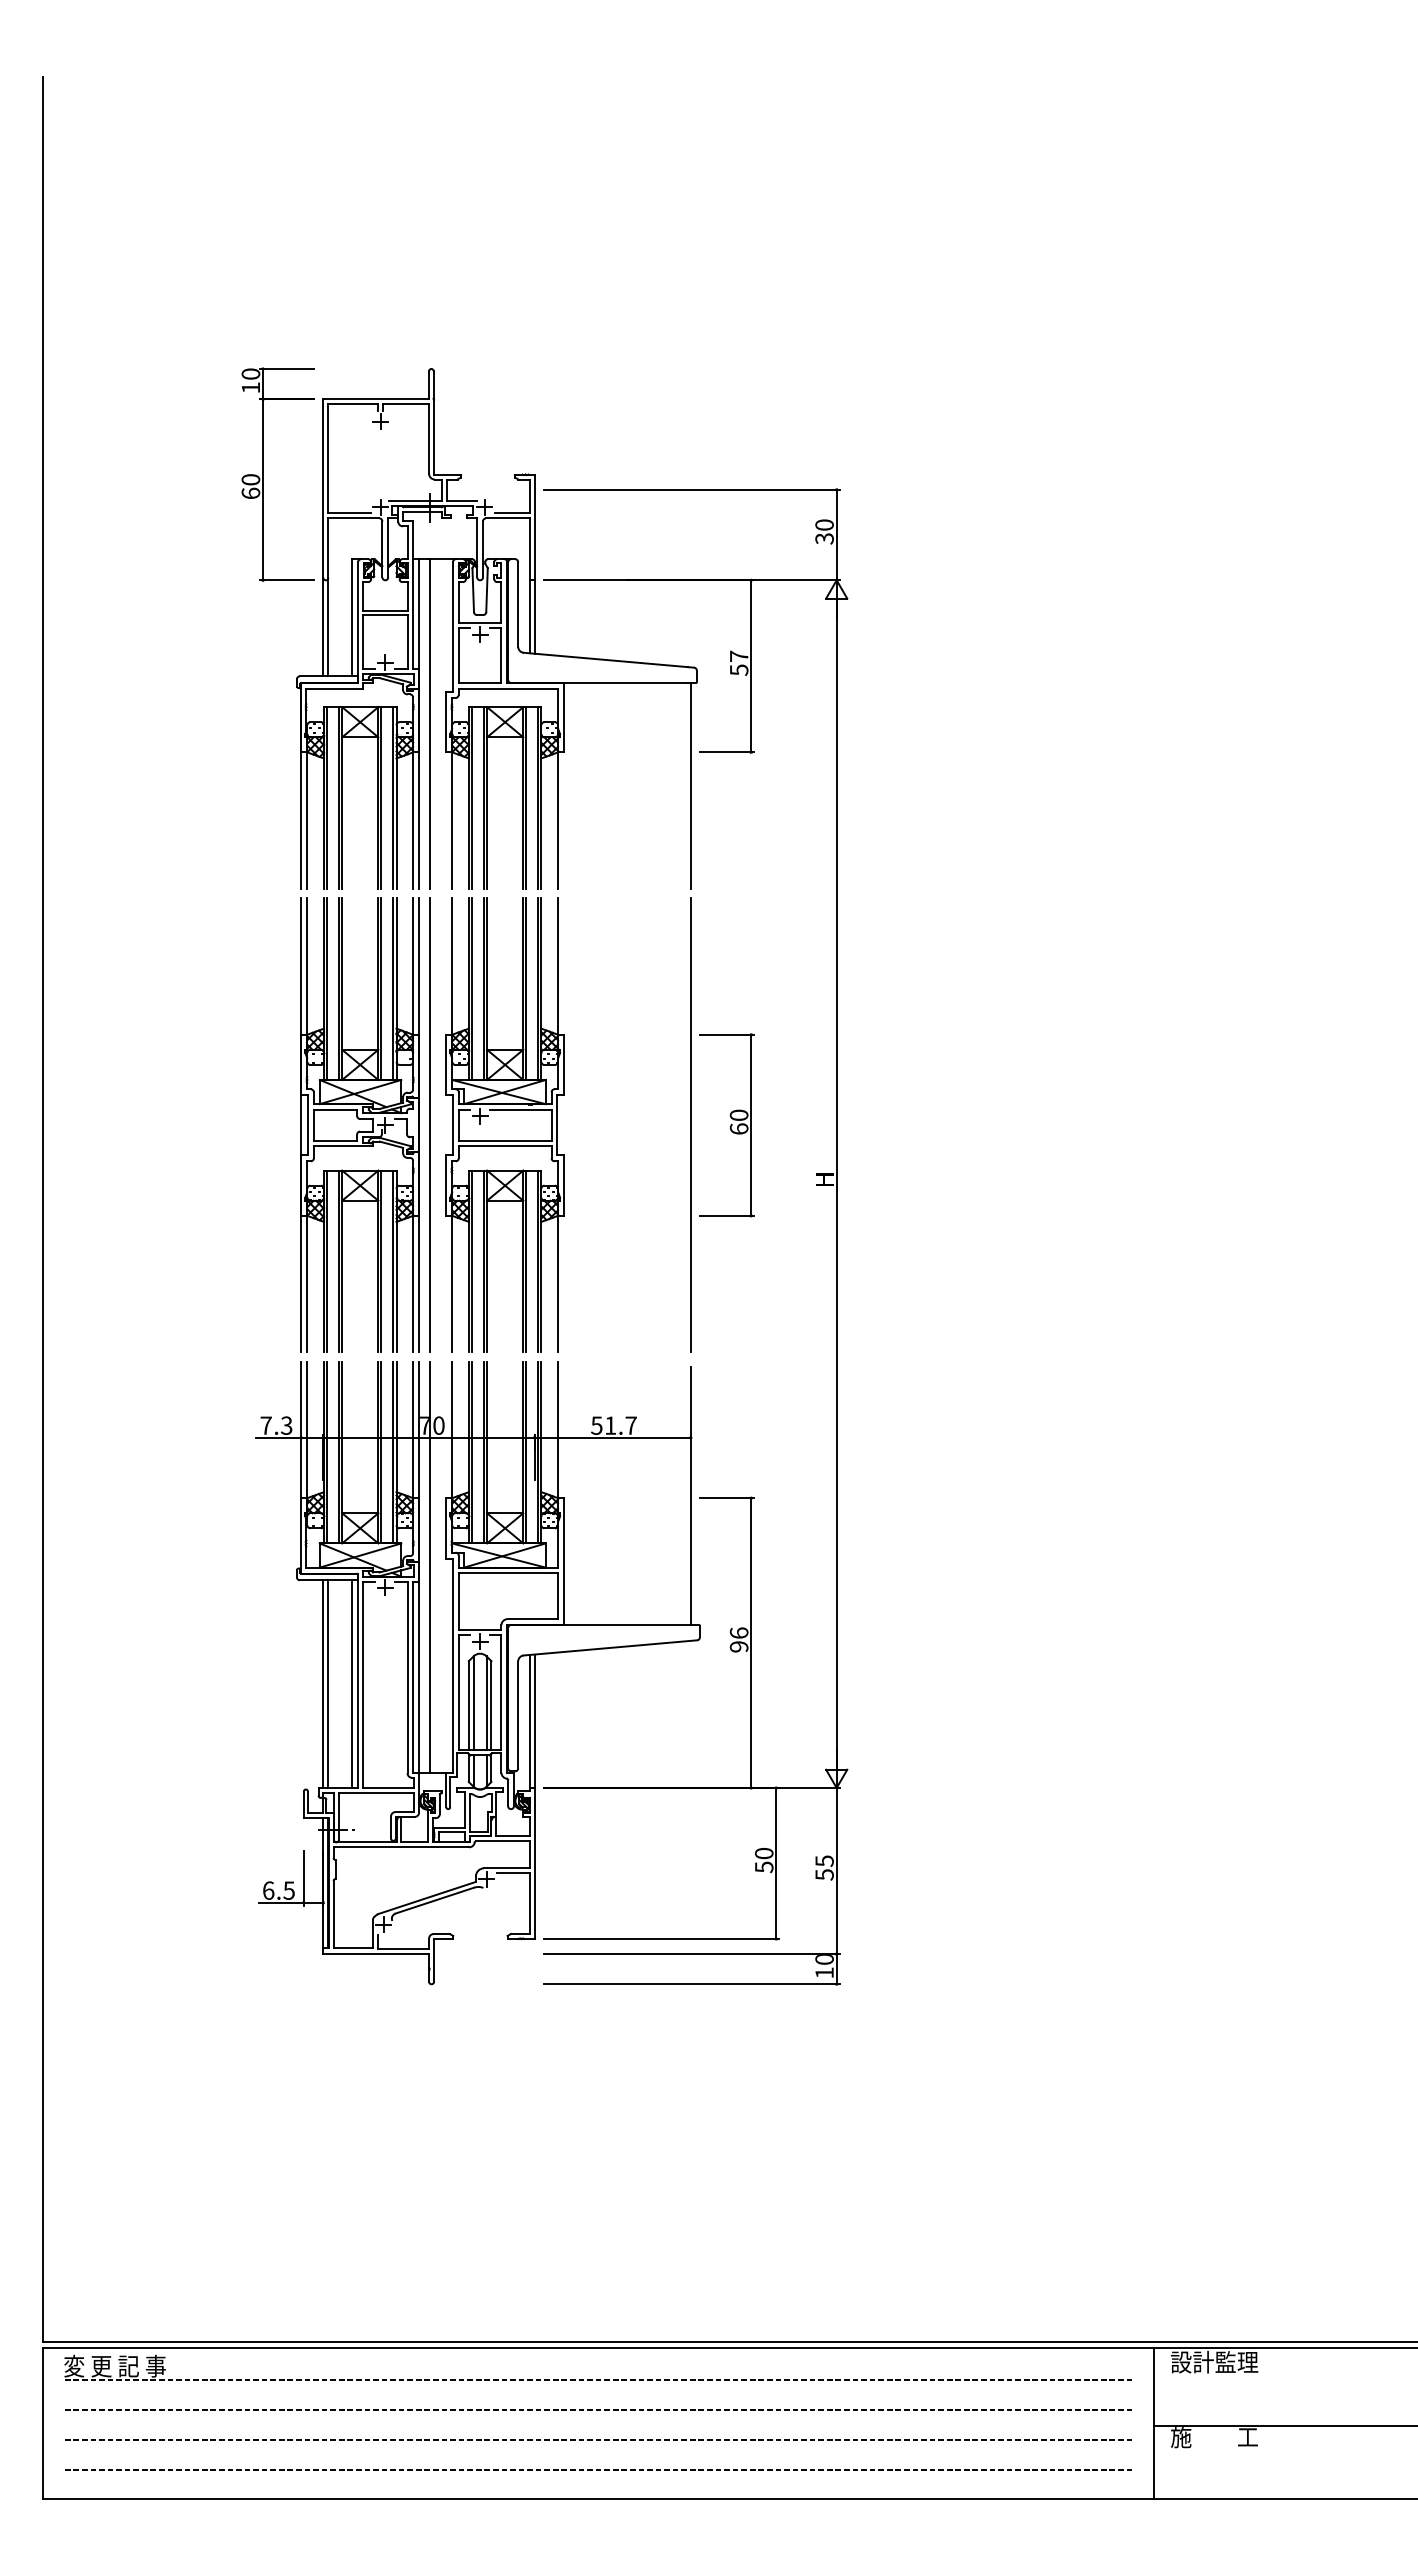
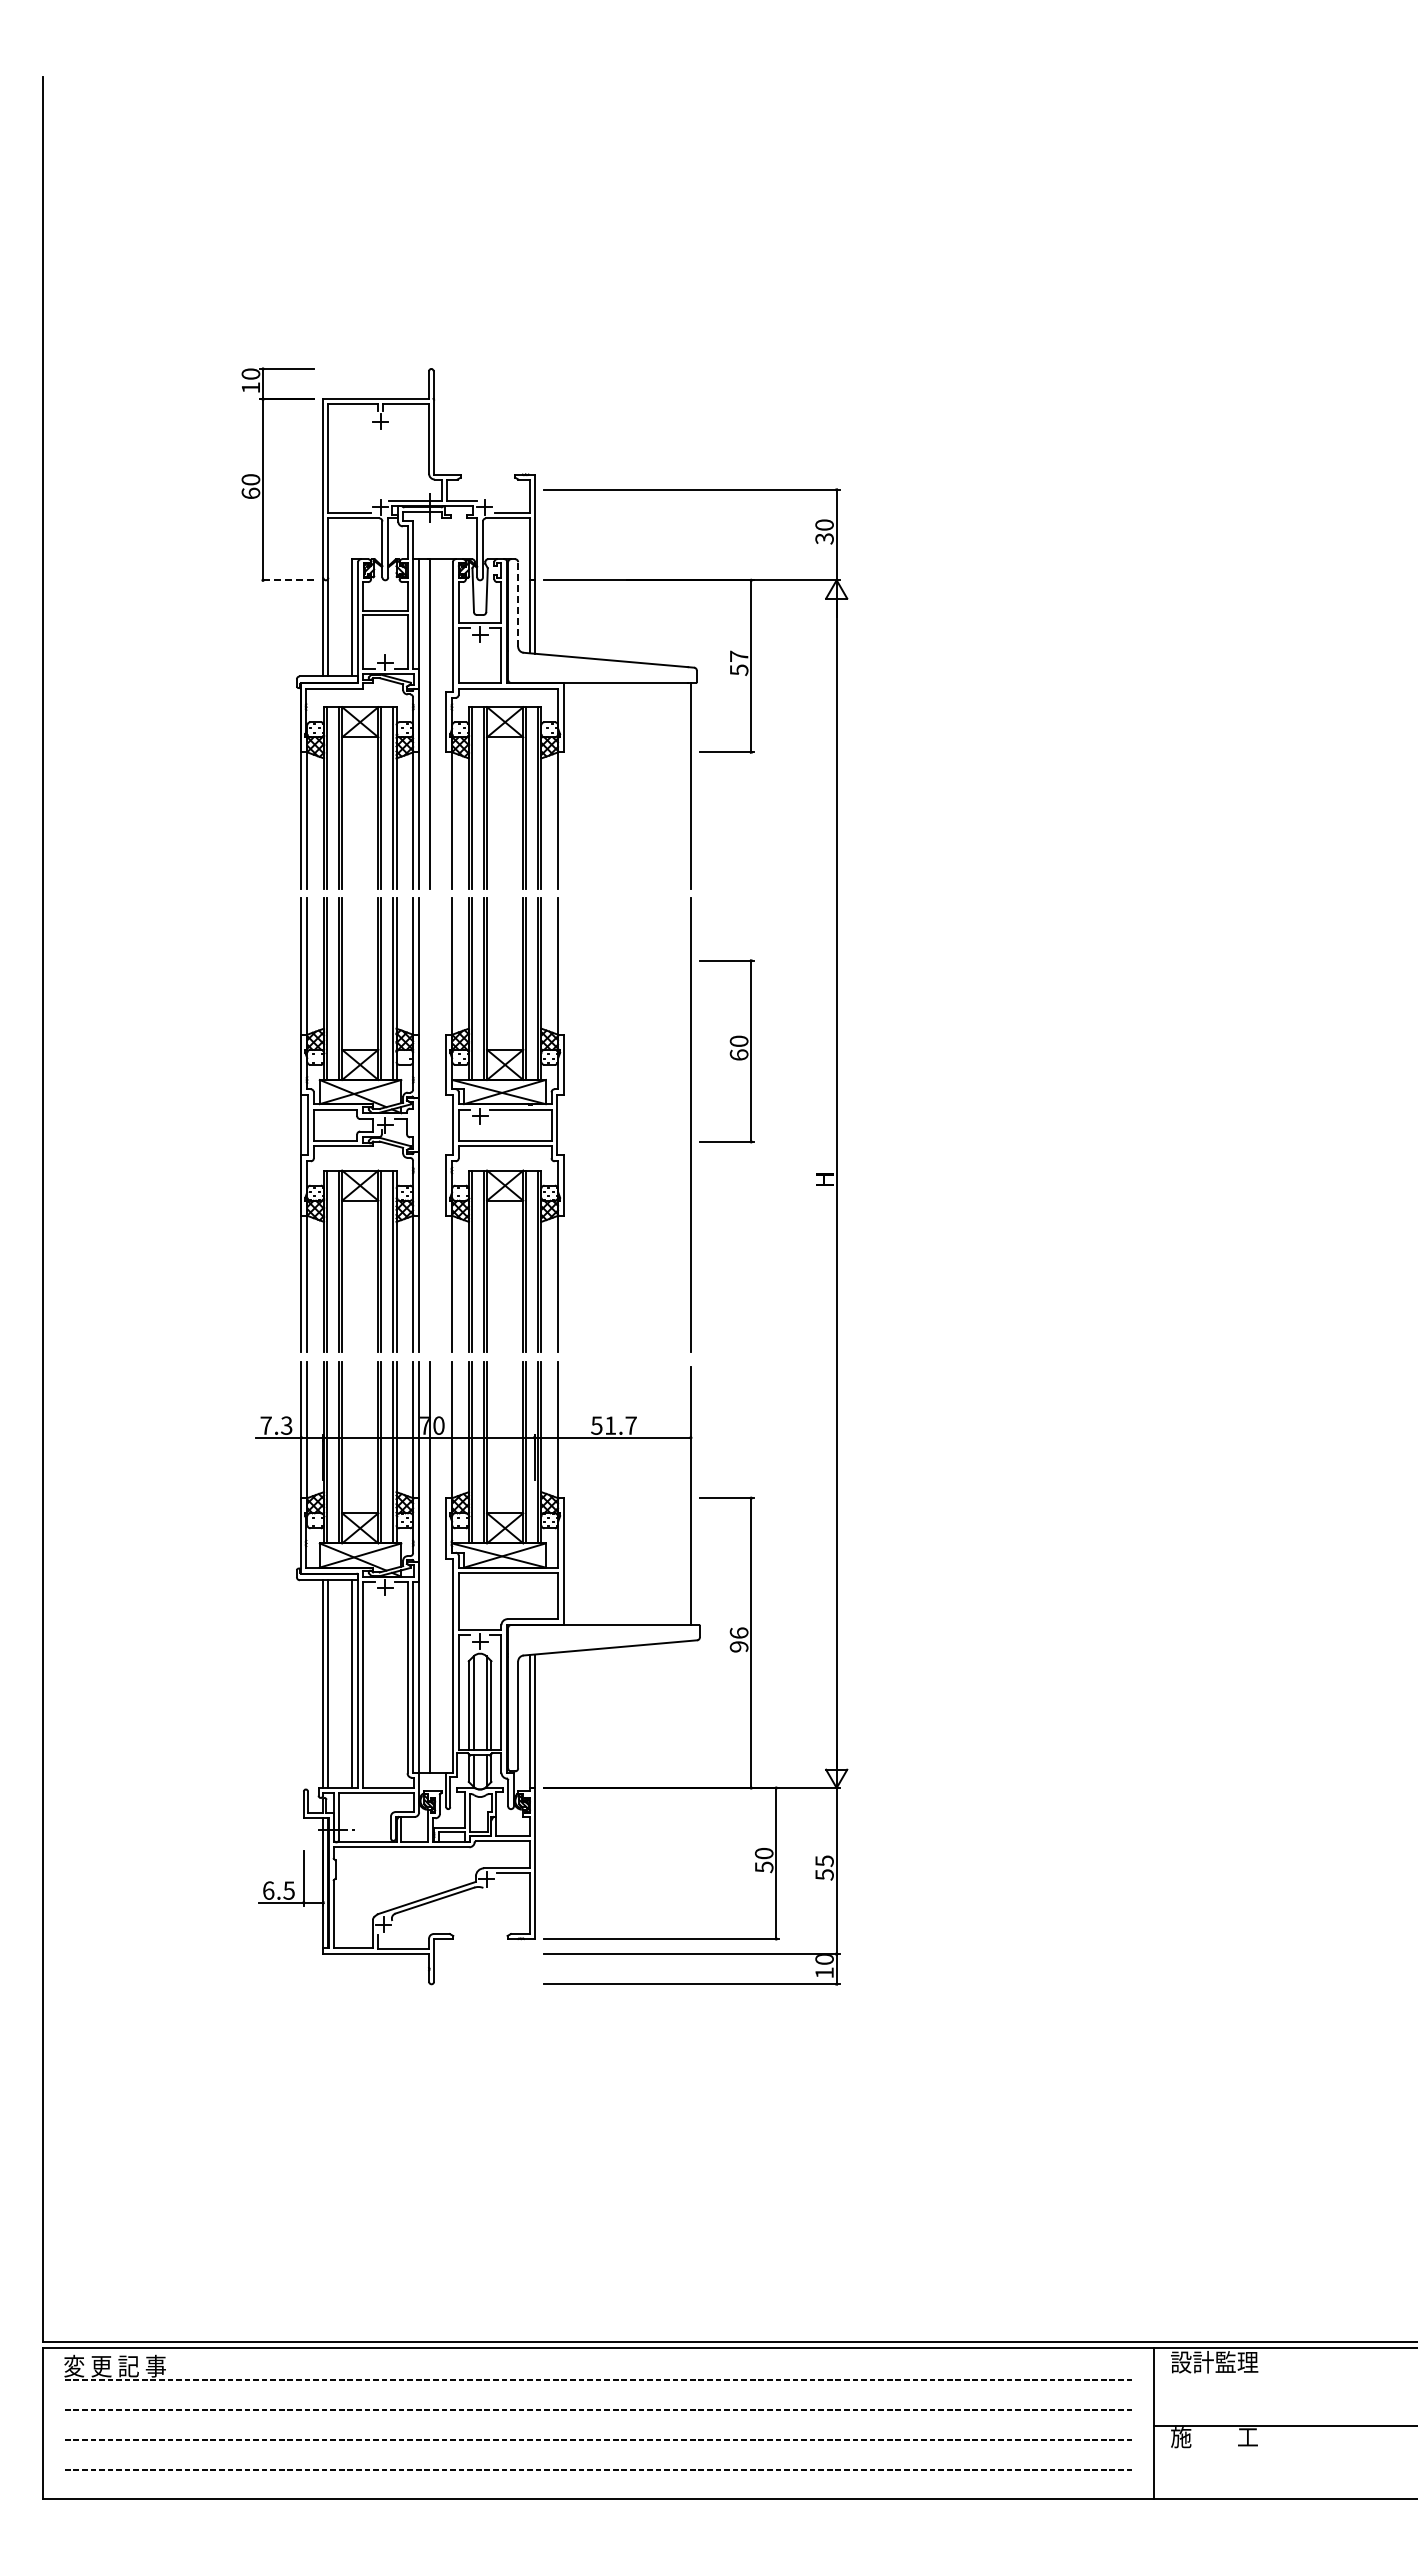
line at (286, 580): solid -> dashed
line at (518, 603): solid -> dashed
line at (429, 1124): present -> none
part at (726, 1125) position: (726, 1125) -> (726, 1051)
